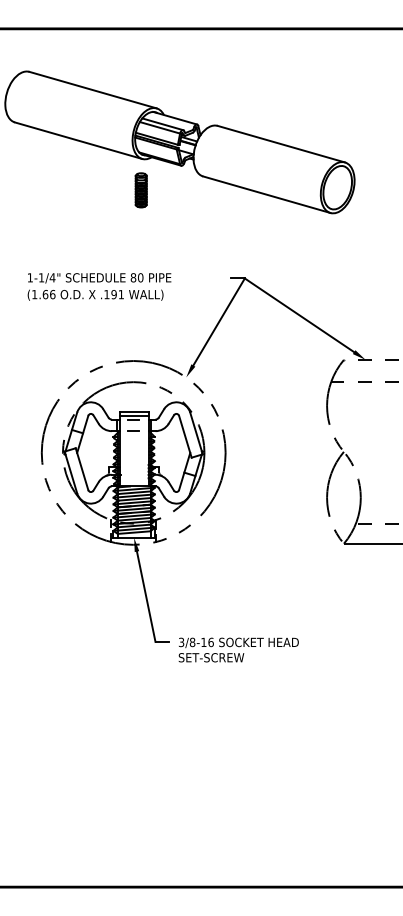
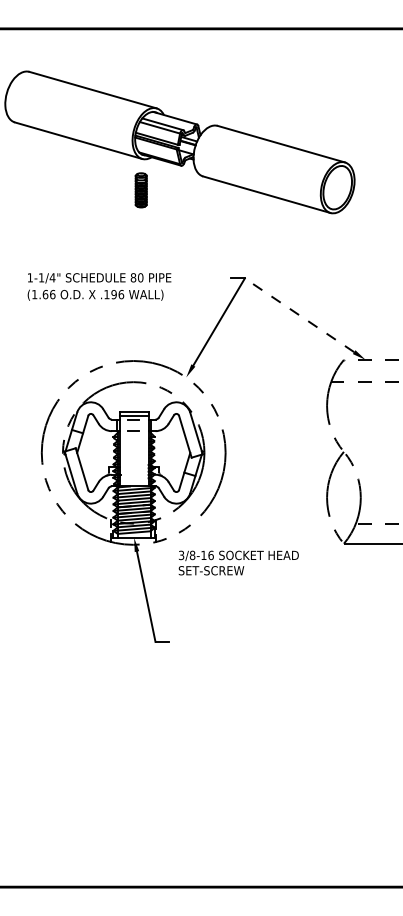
text at (121, 294): .191 -> .196
line at (299, 315): solid -> dashed
text at (238, 649) position: (238, 649) -> (238, 562)
